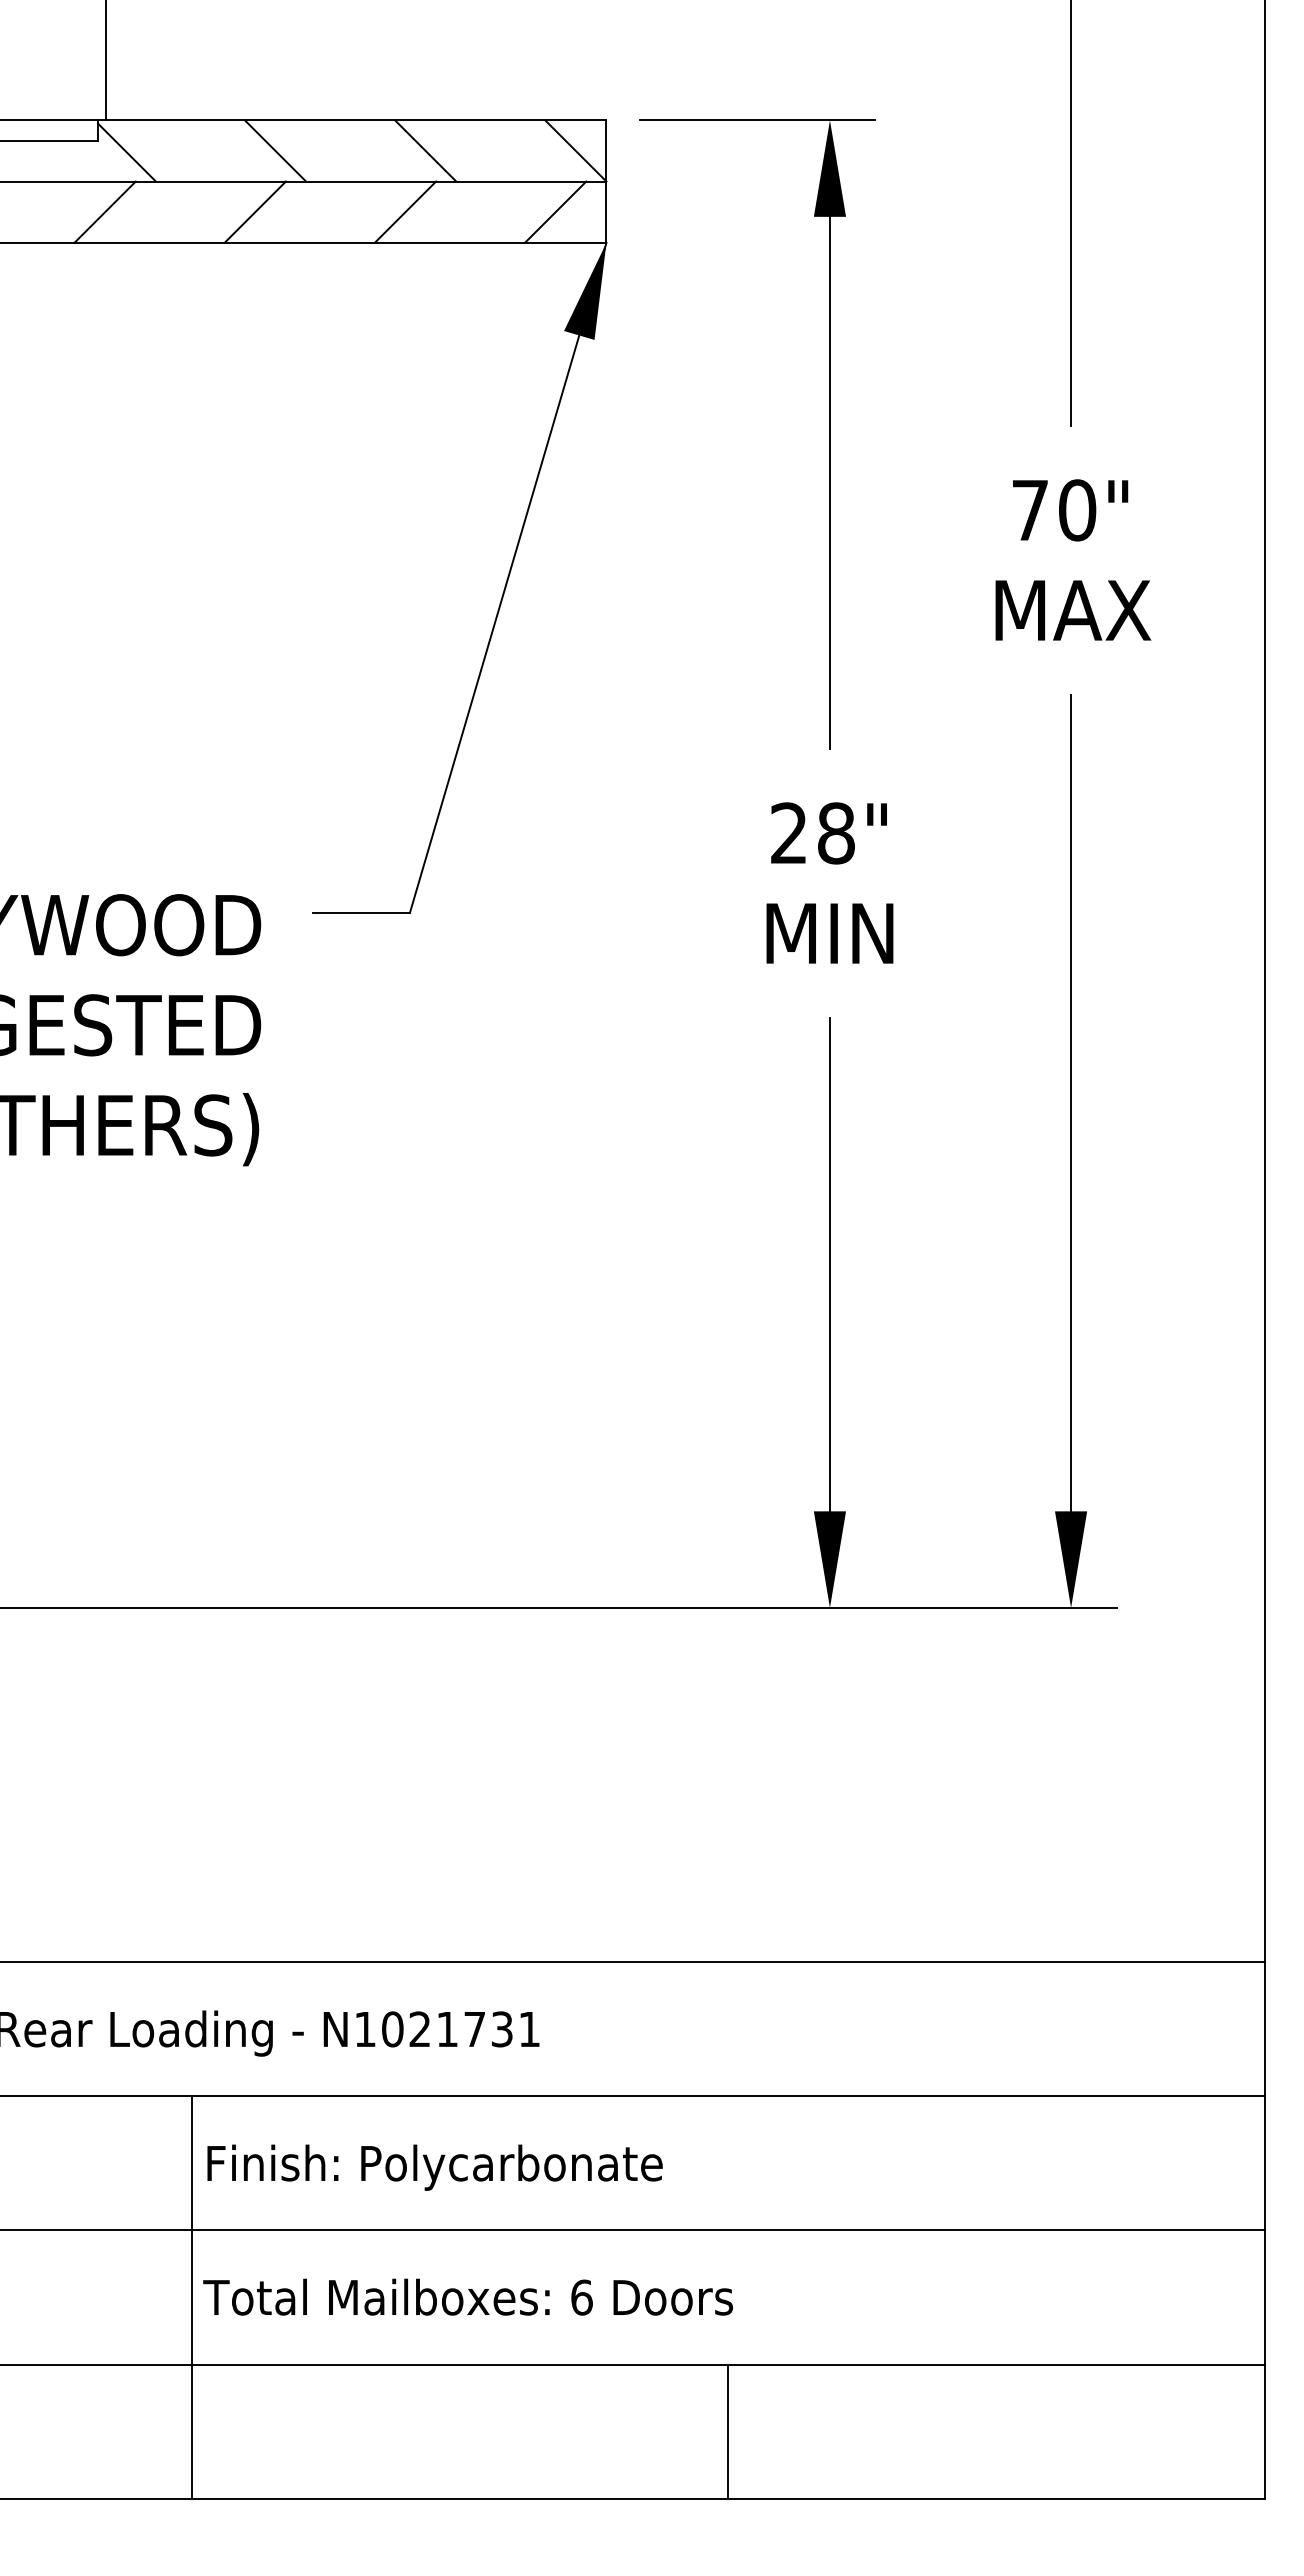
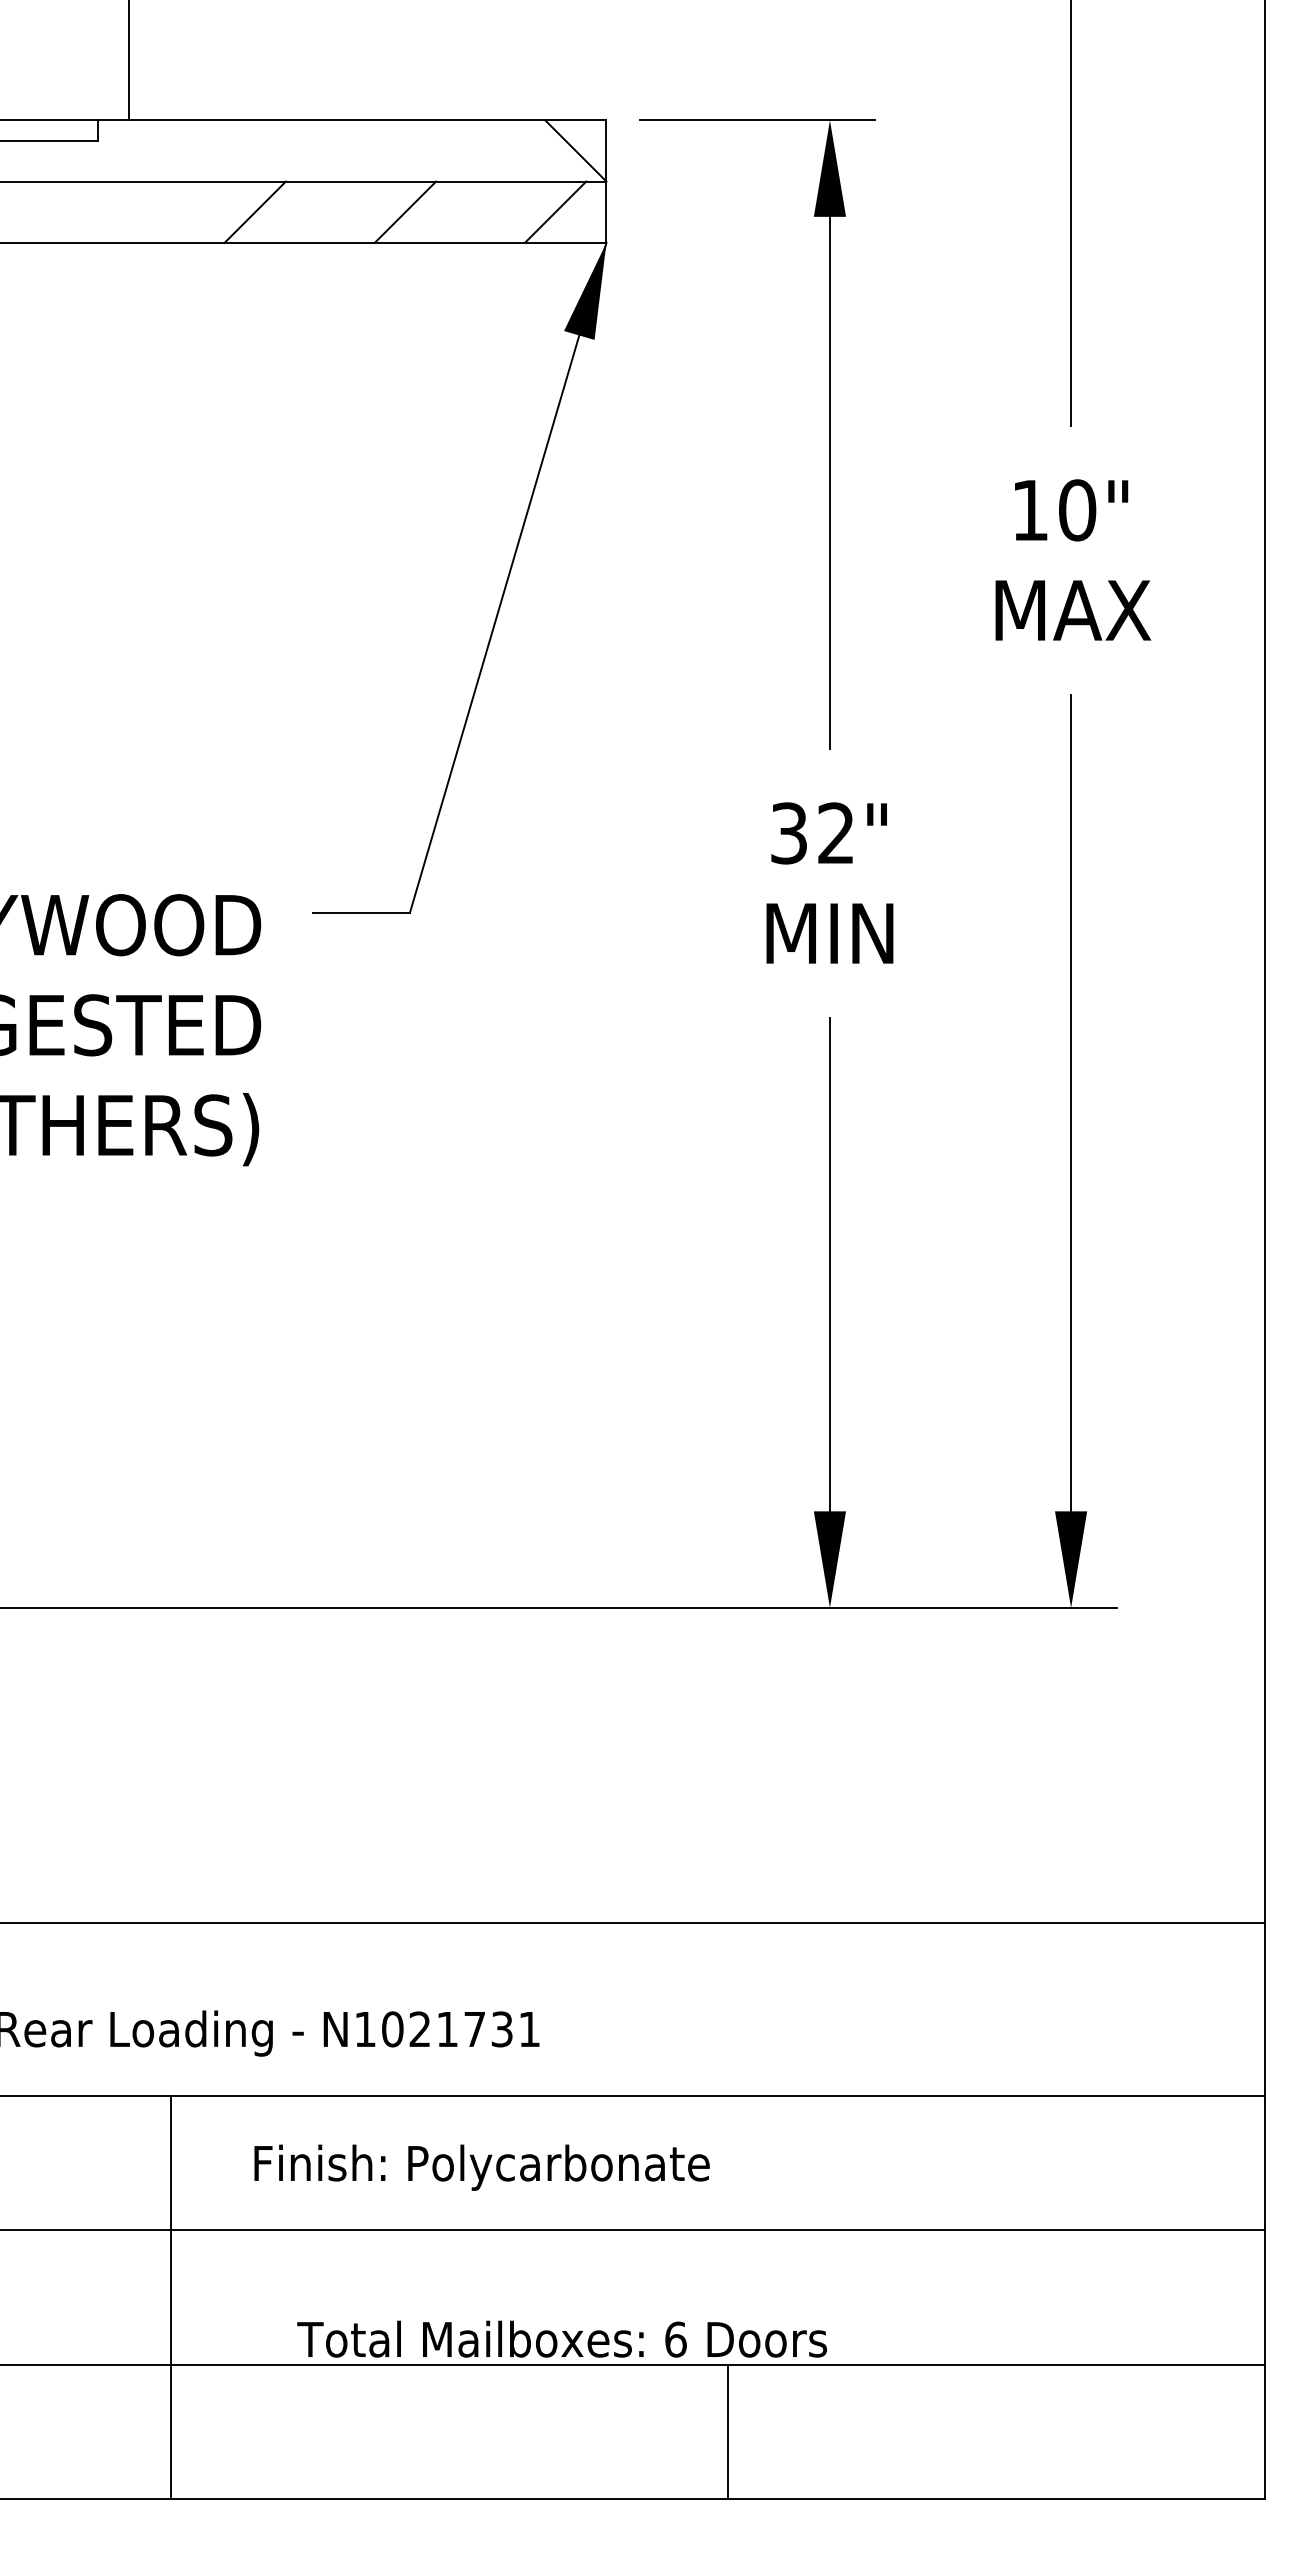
line at (105, 61) position: (105, 61) -> (128, 61)
line at (275, 150): present -> none
line at (425, 150): present -> none
line at (126, 152): present -> none
line at (104, 211): present -> none
text at (1030, 510): 70" -> 10"
text at (812, 833): 28" -> 32"
line at (633, 1962) position: (633, 1962) -> (633, 1923)
text at (434, 2167) position: (434, 2167) -> (481, 2167)
text at (467, 2296) position: (467, 2296) -> (561, 2338)
line at (192, 2297) position: (192, 2297) -> (171, 2297)
